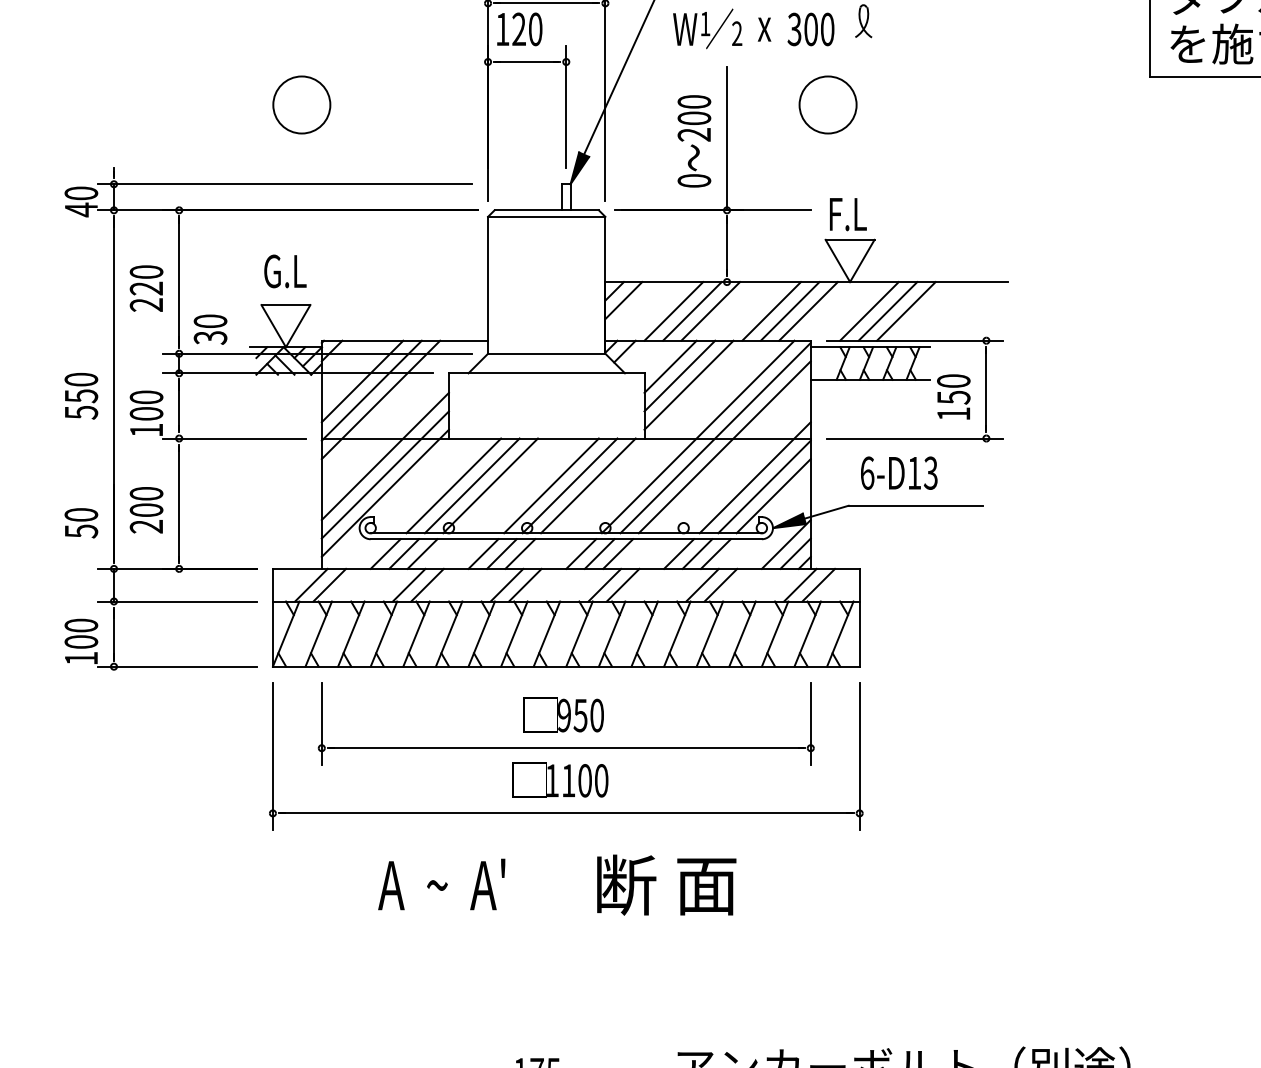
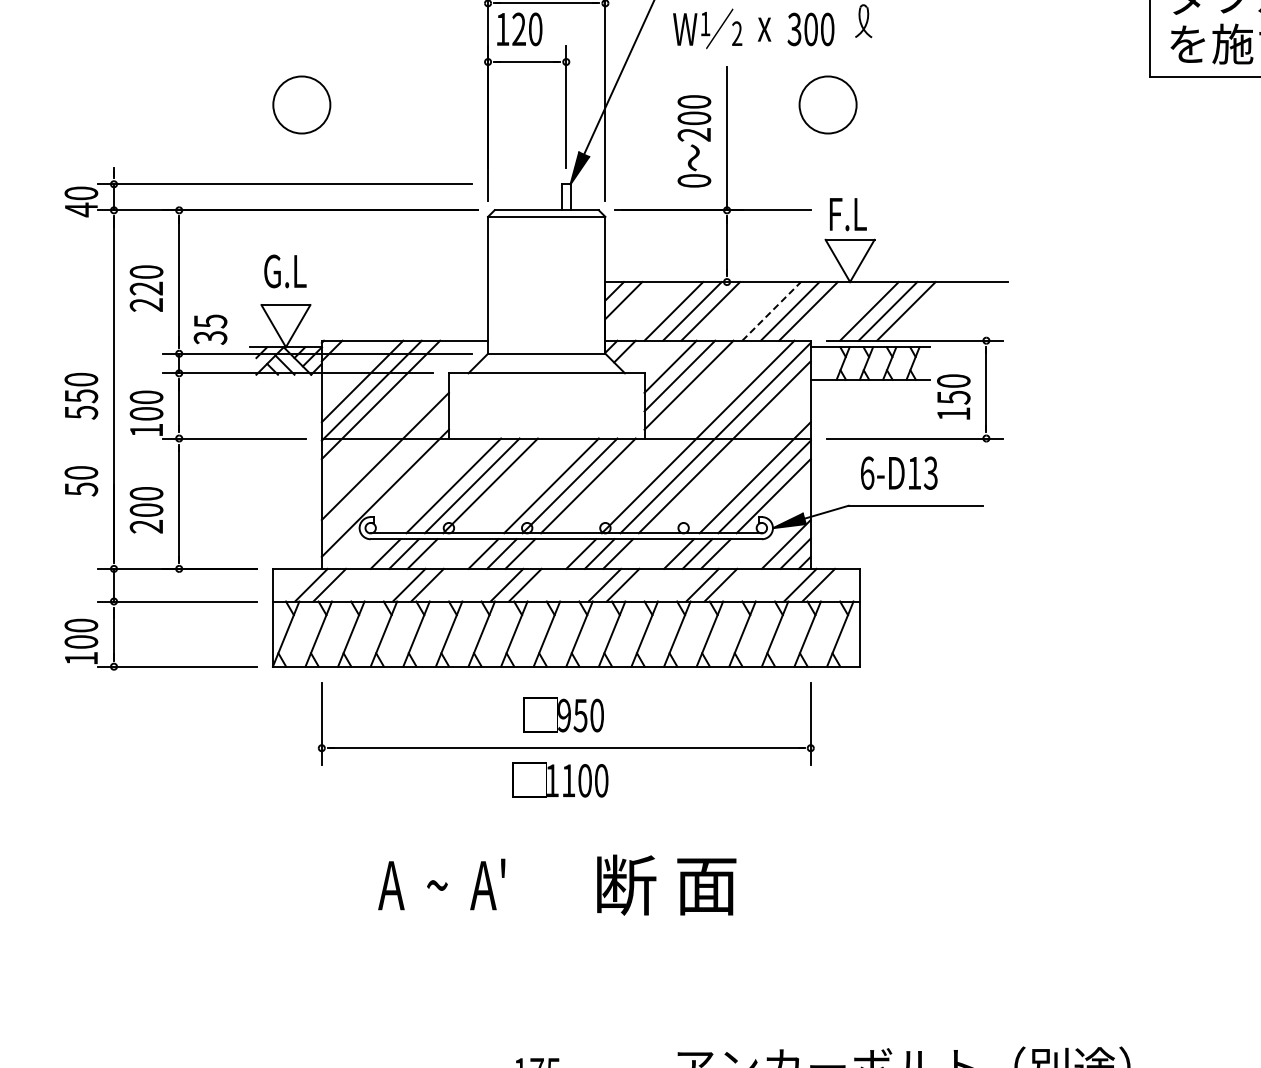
line at (772, 311): solid -> dashed
text at (210, 321): 30 -> 35
line at (384, 474): present -> none
text at (81, 523) position: (81, 523) -> (81, 481)
part at (566, 812): present -> none
